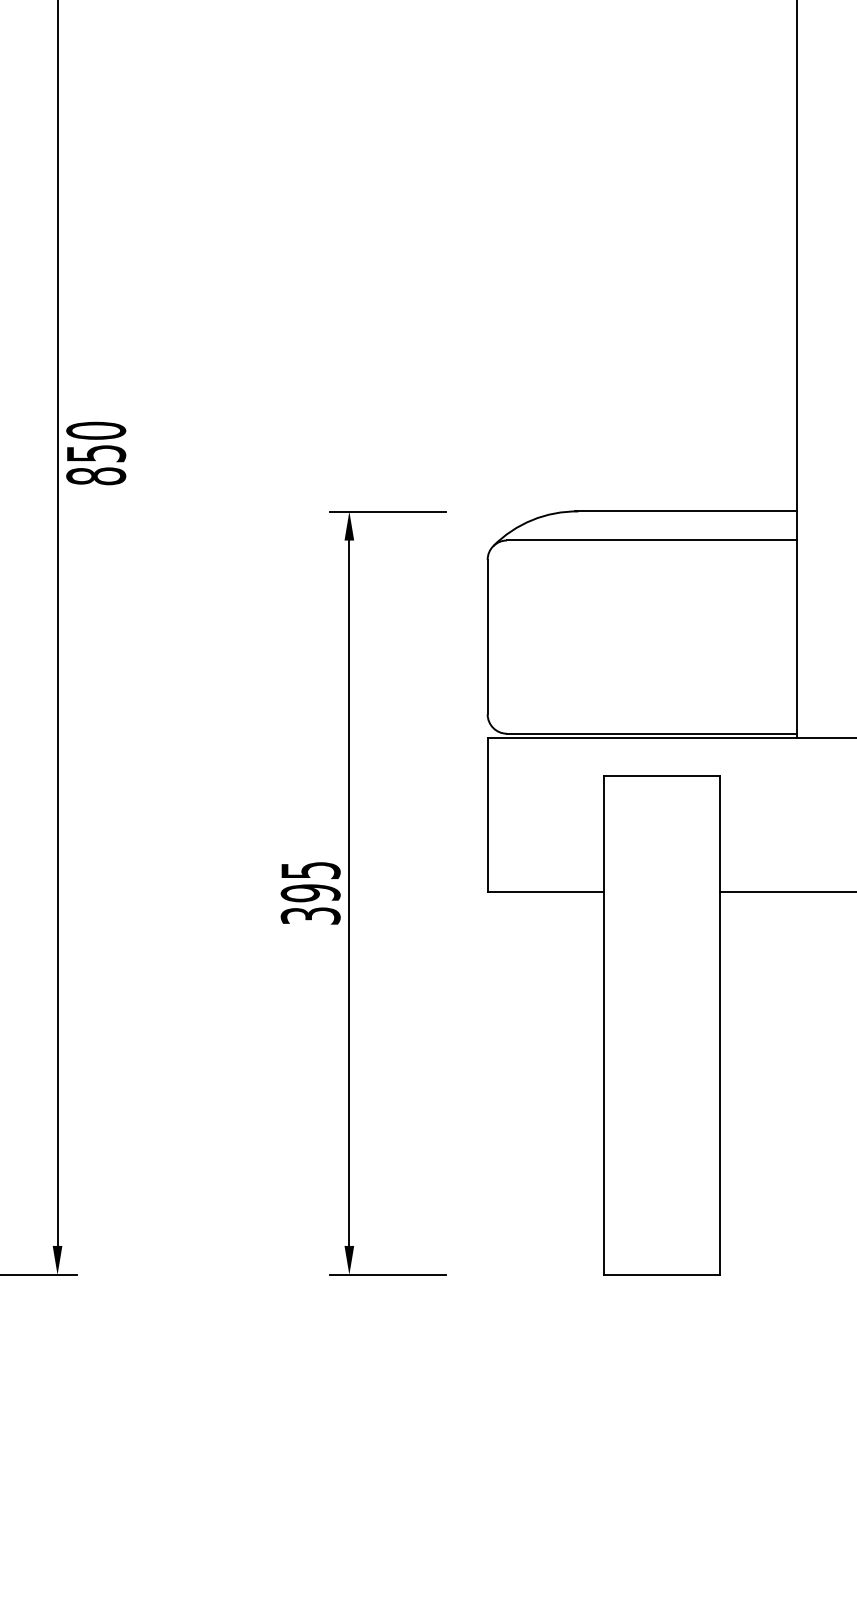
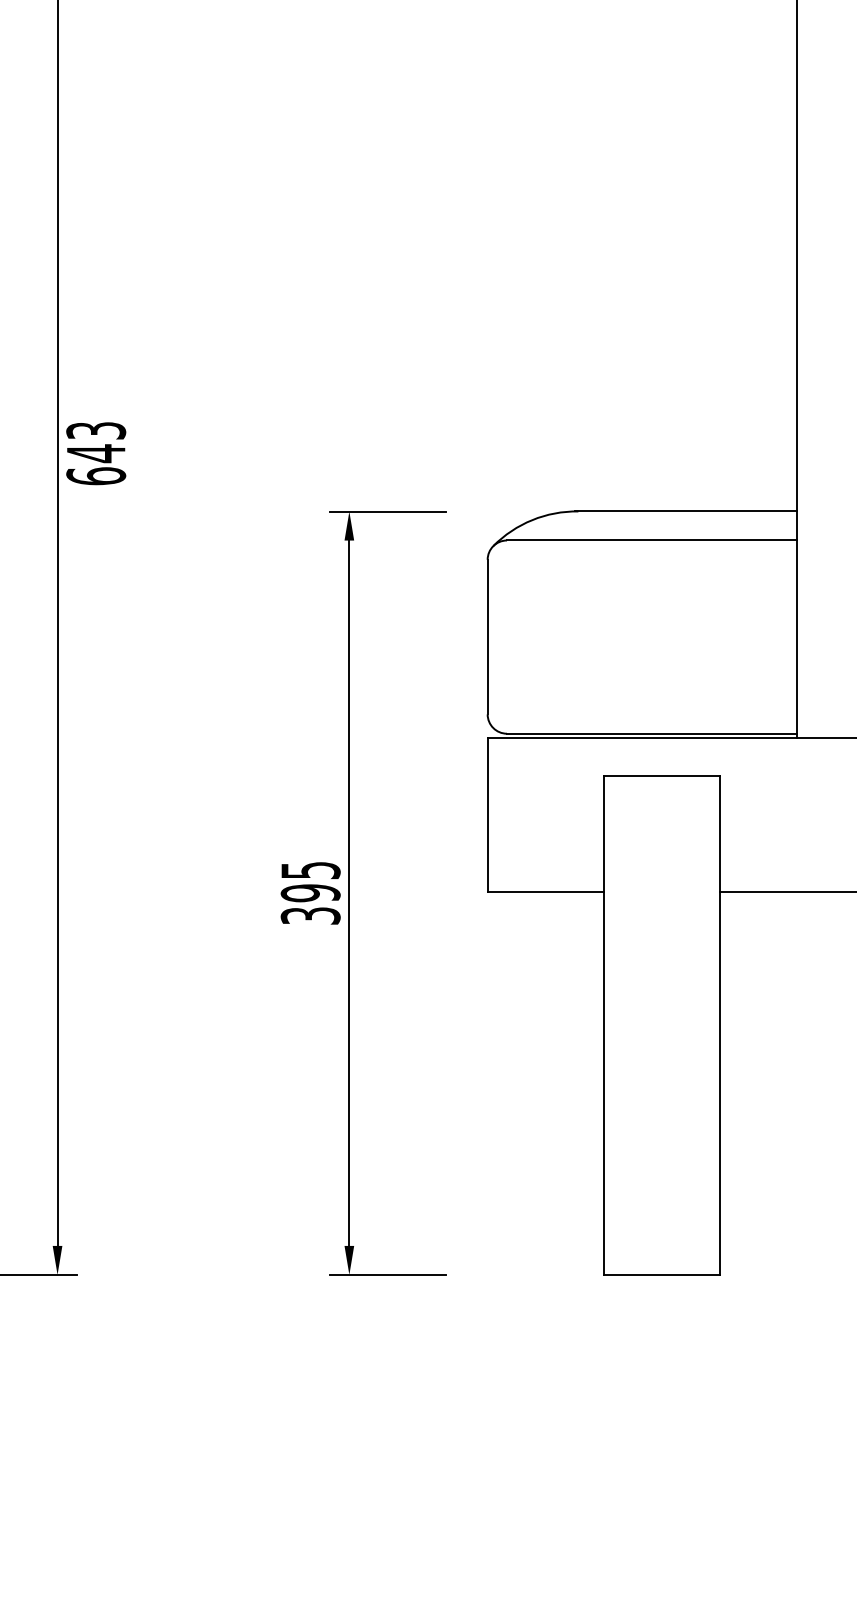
text at (96, 453): 850 -> 643
